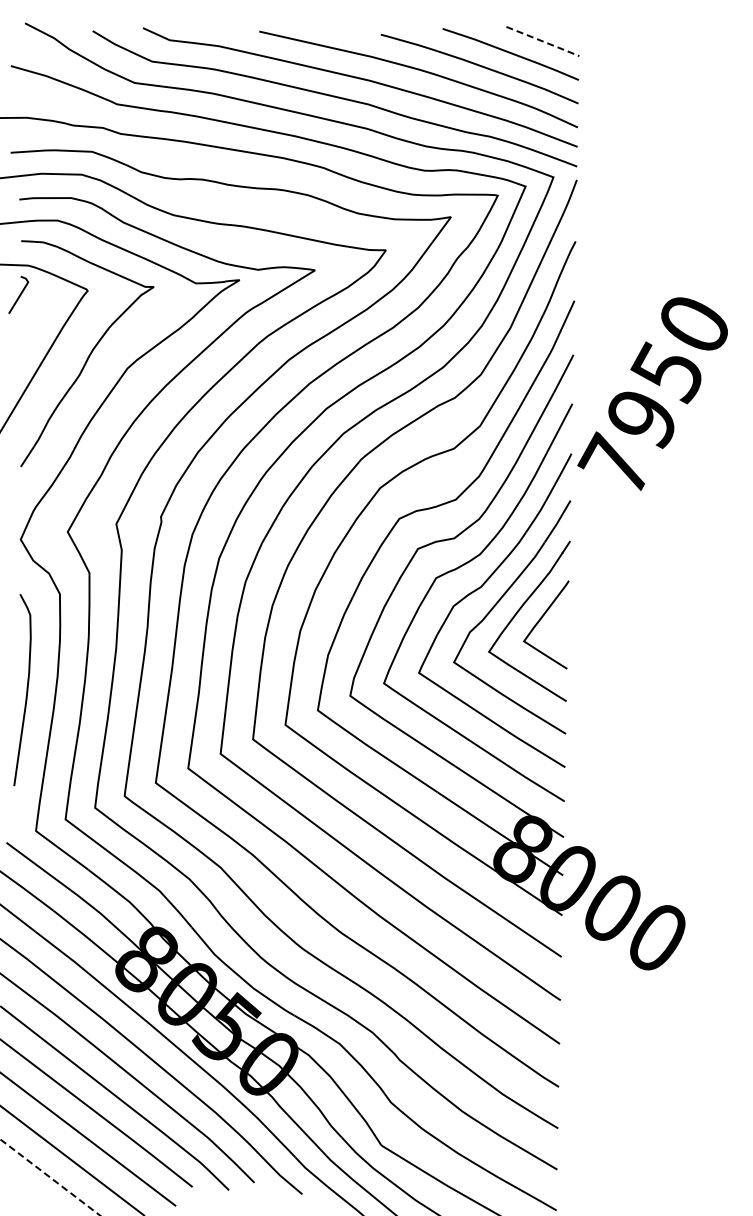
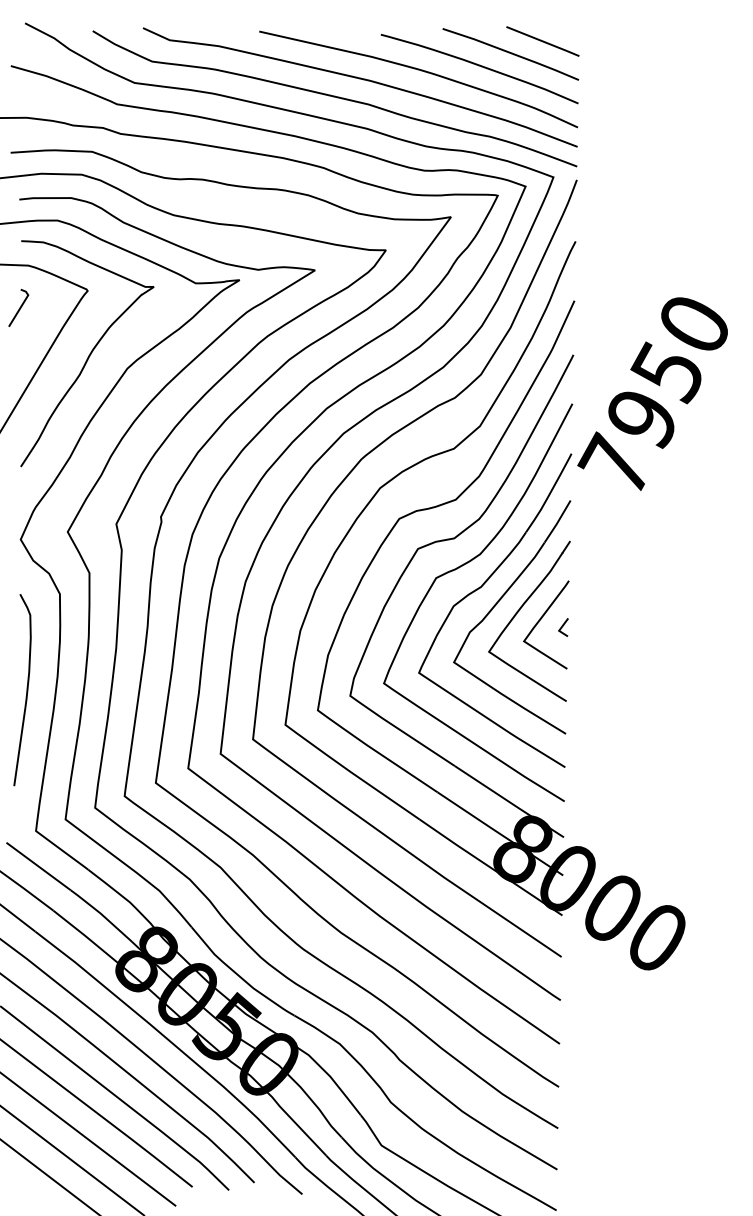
line at (543, 41): dashed -> solid
line at (19, 294) position: (19, 294) -> (19, 307)
line at (563, 626): none -> present
line at (50, 1177): dashed -> solid
